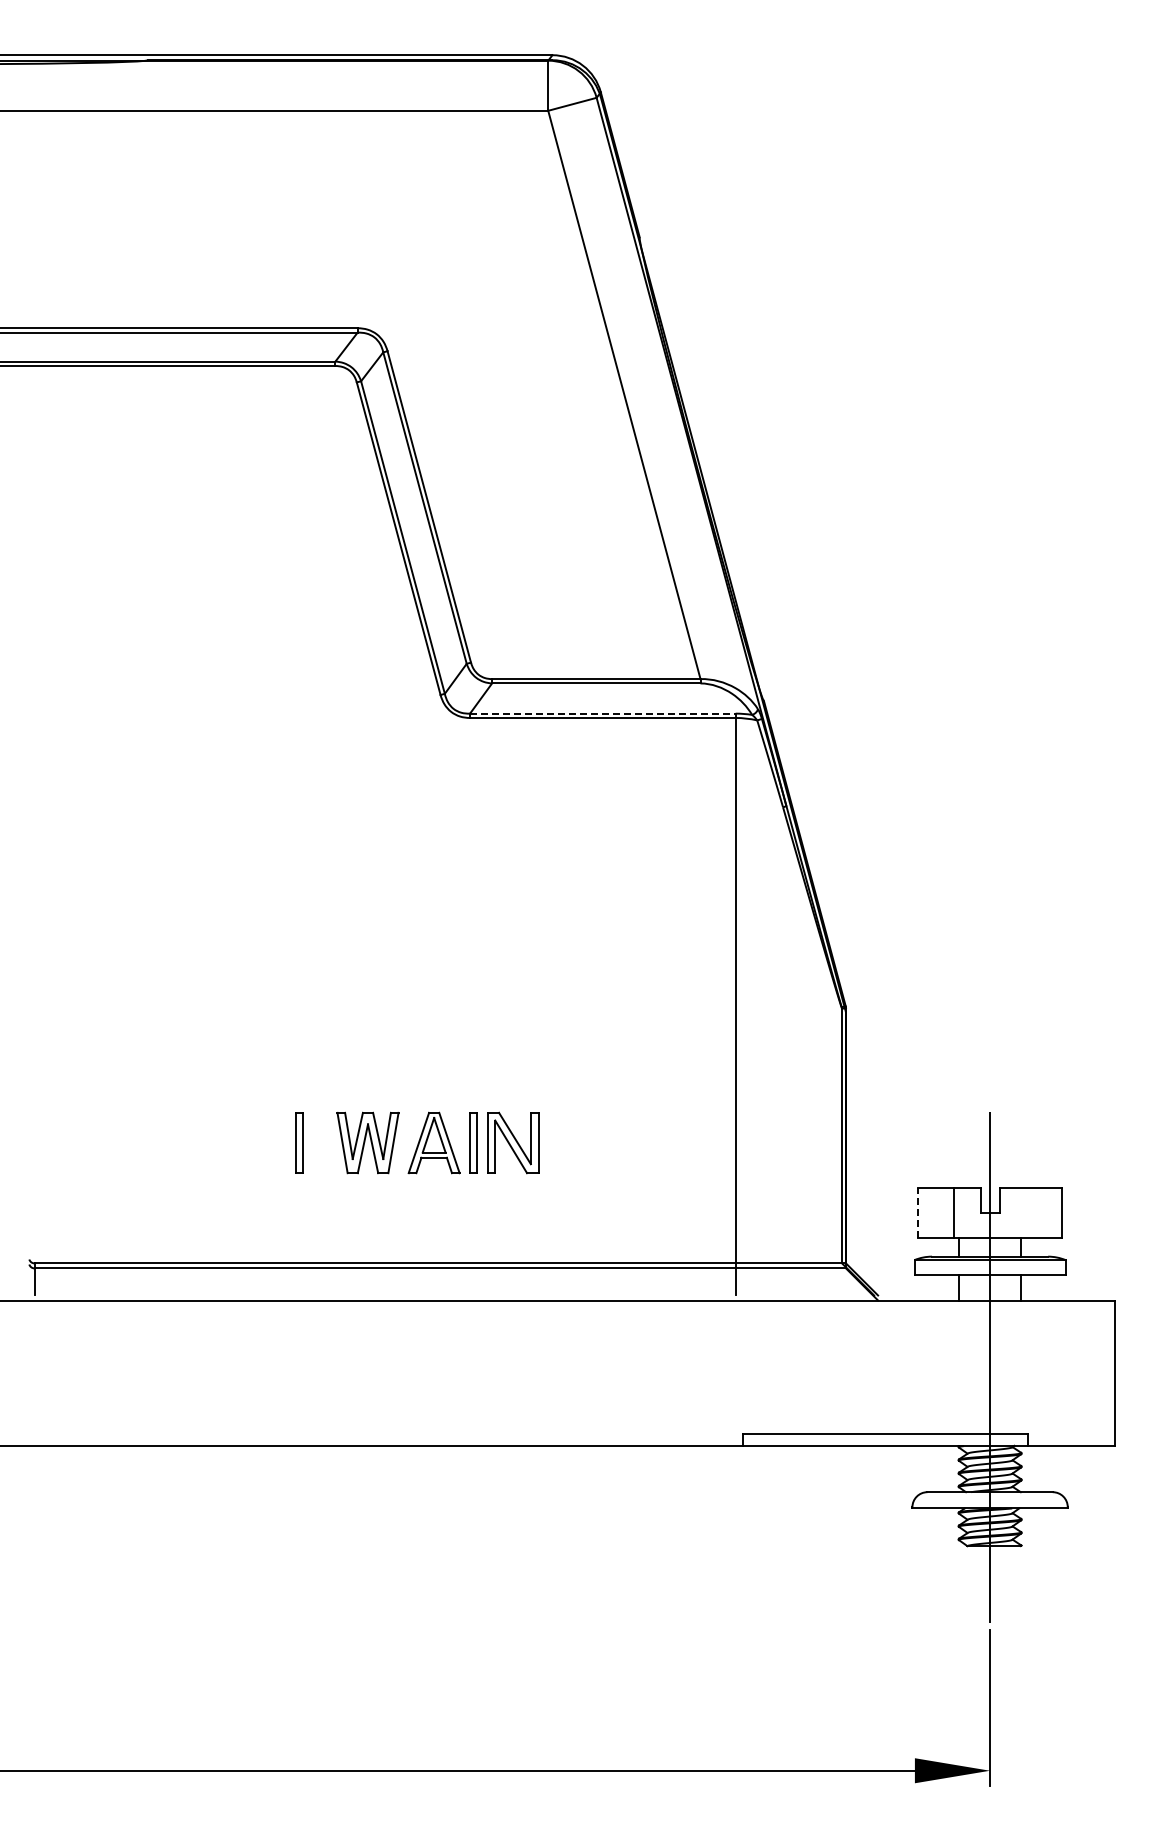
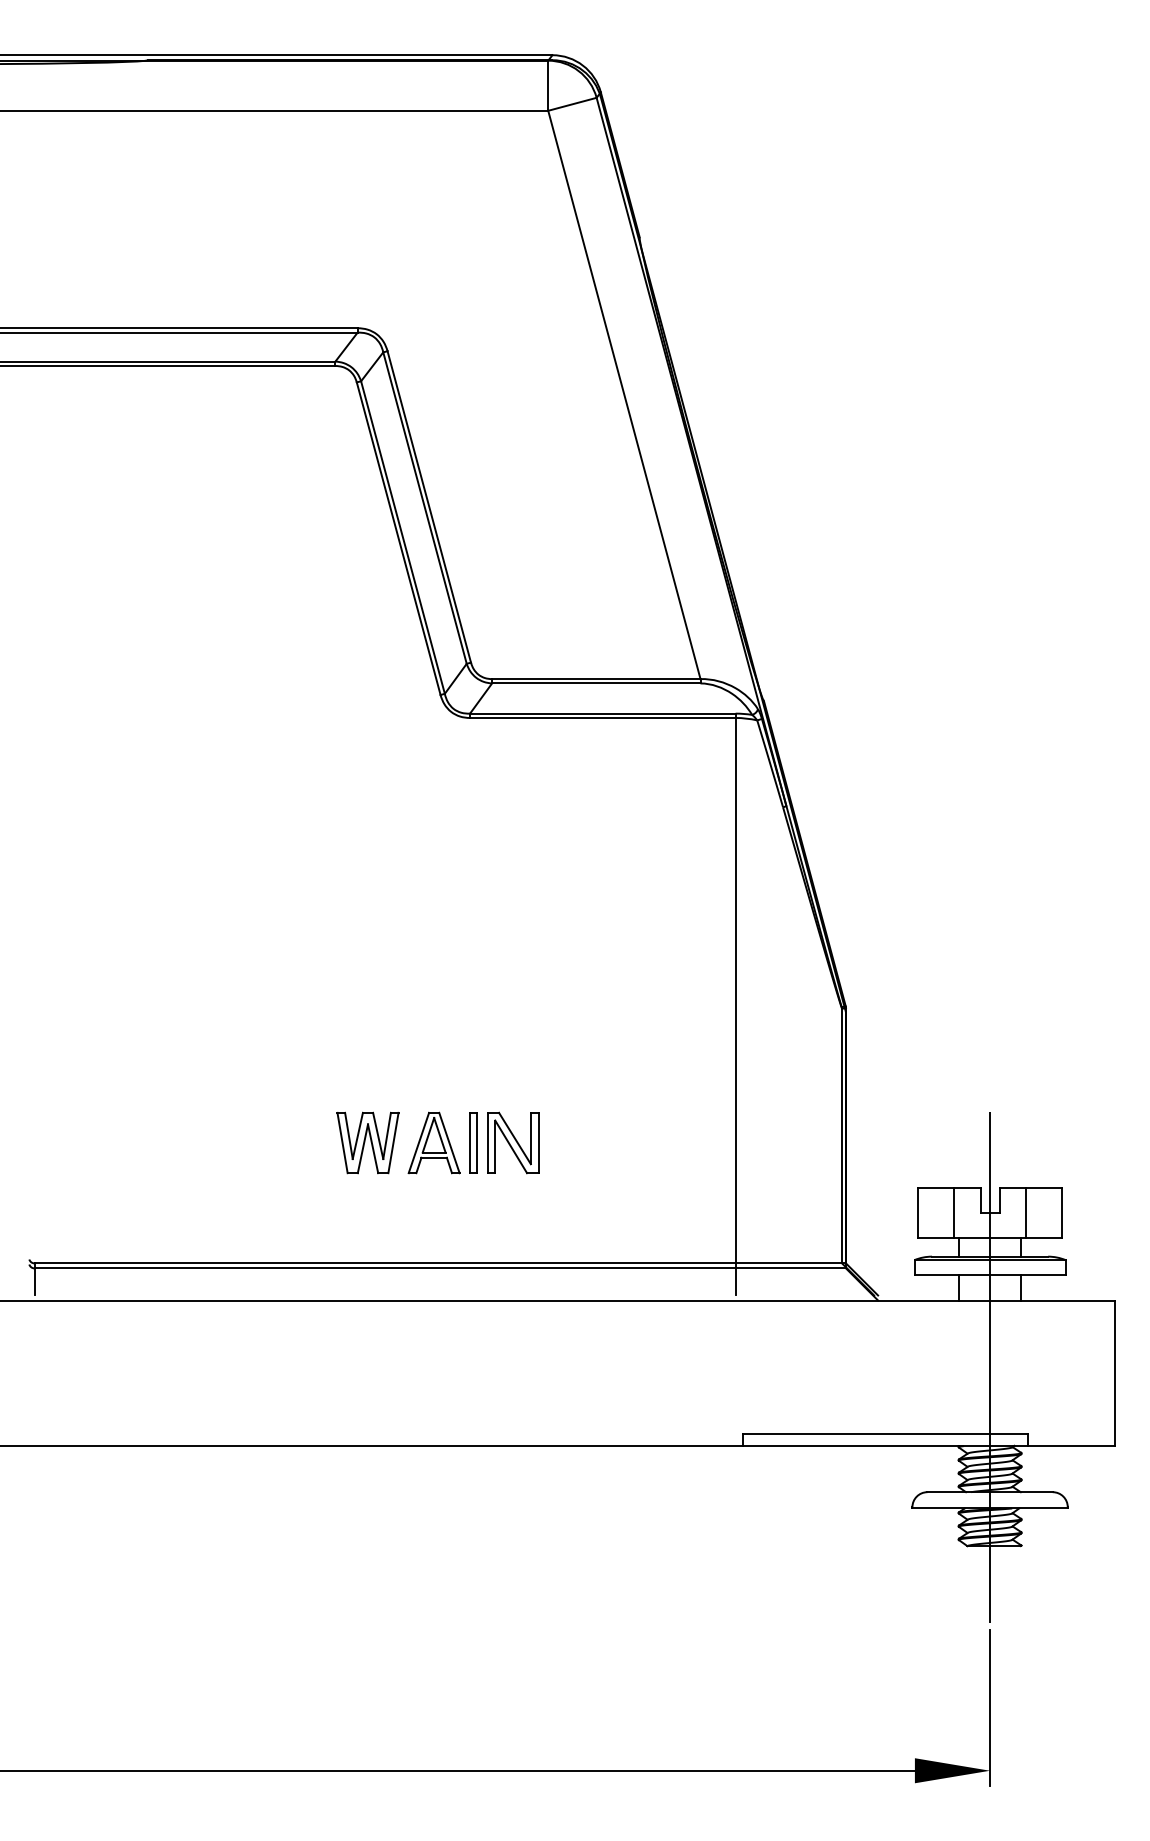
line at (602, 713): dashed -> solid
part at (299, 1142): present -> none
line at (917, 1212): dashed -> solid
line at (1026, 1212): none -> present
